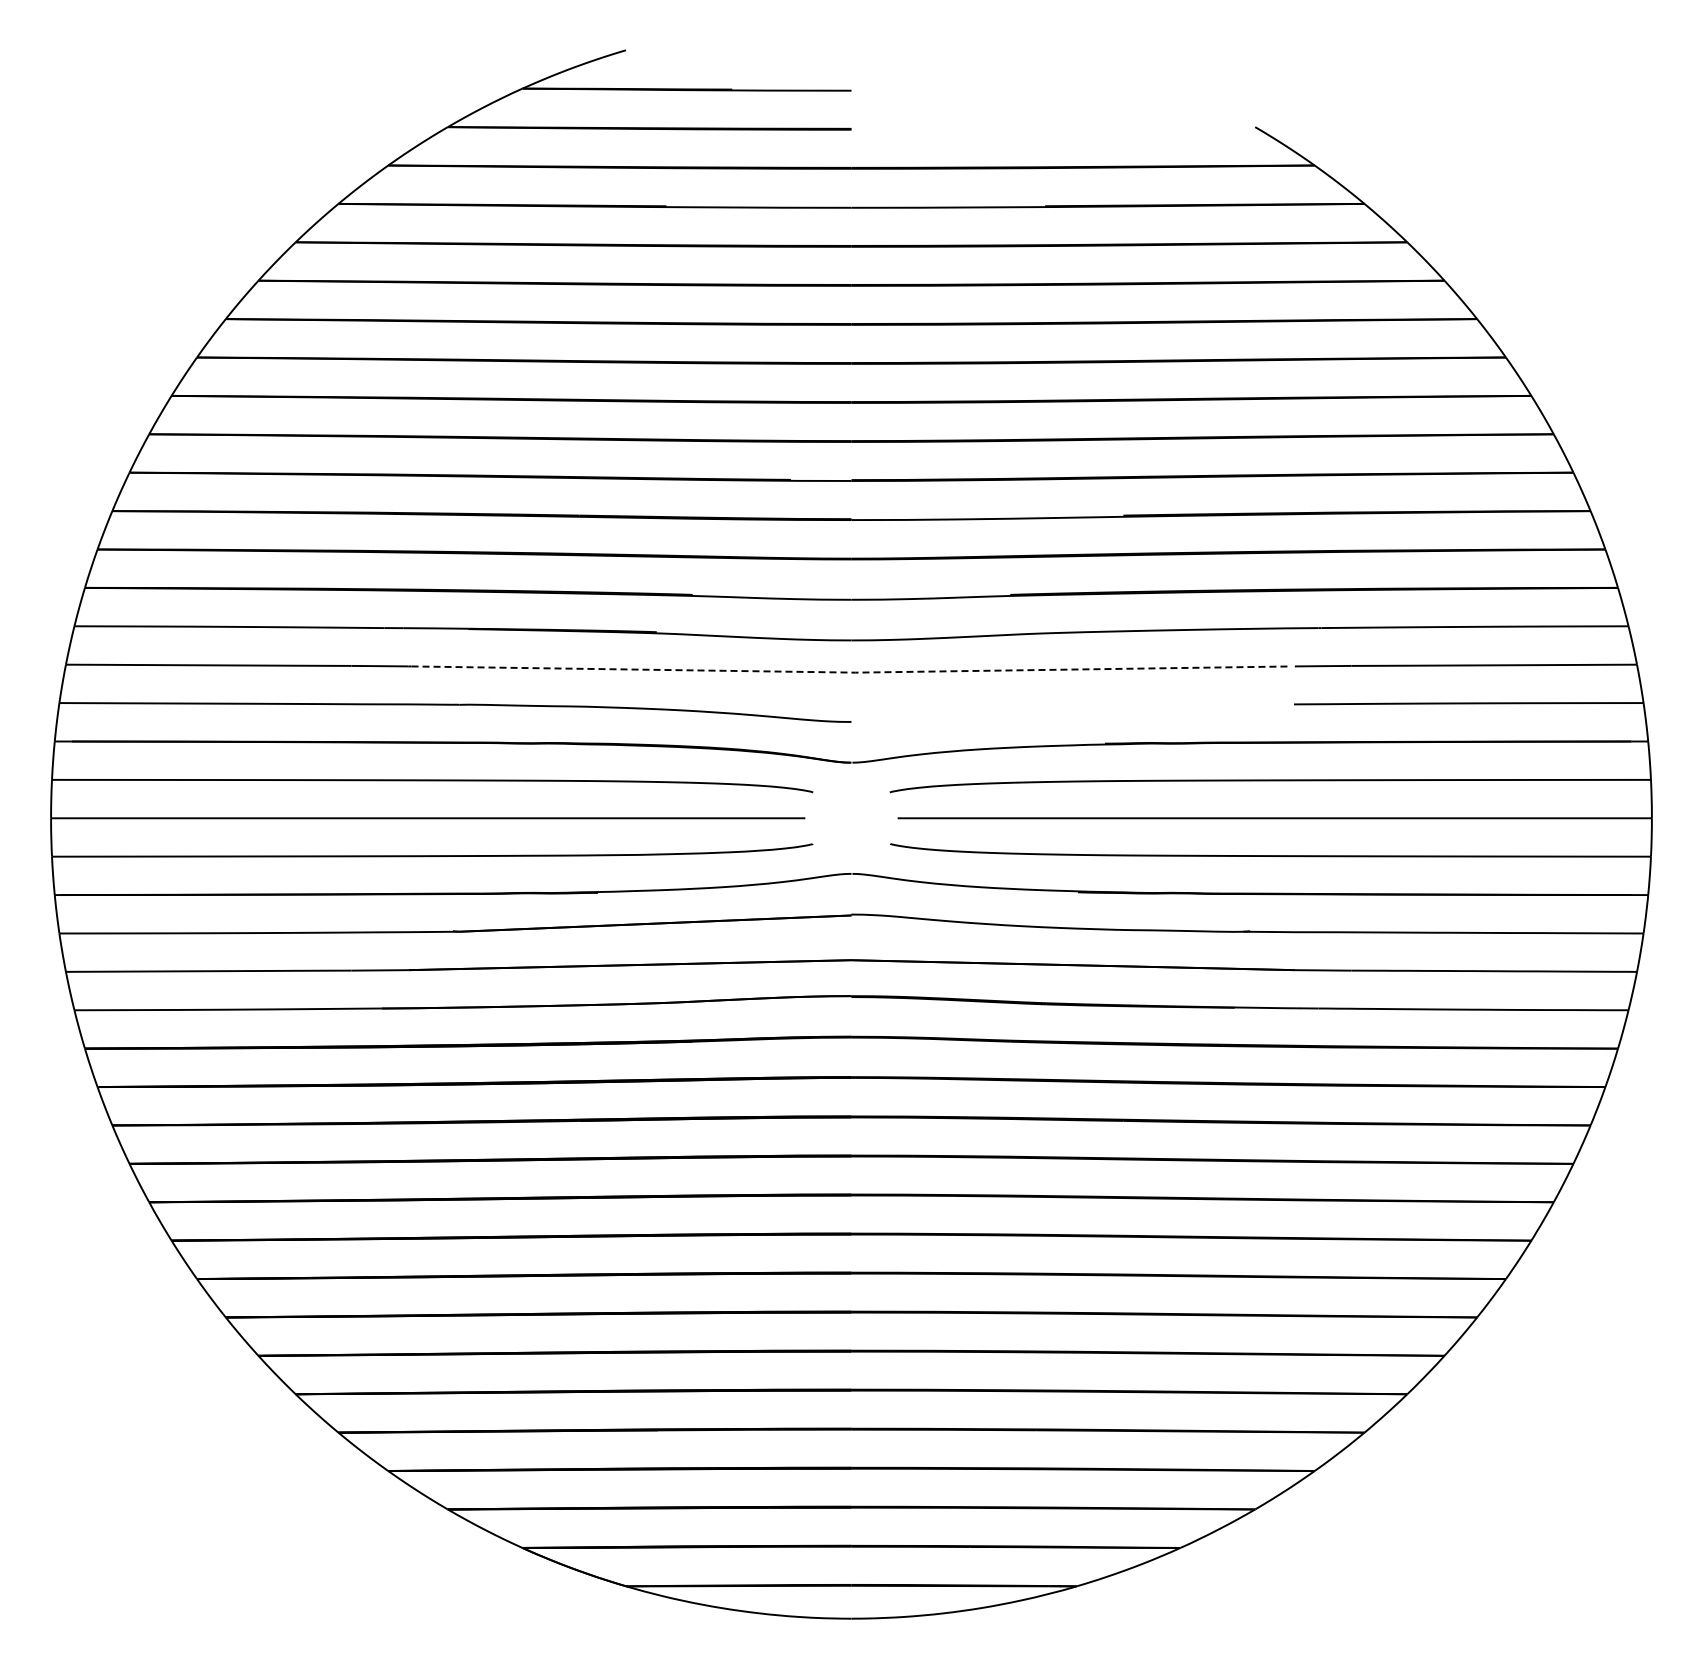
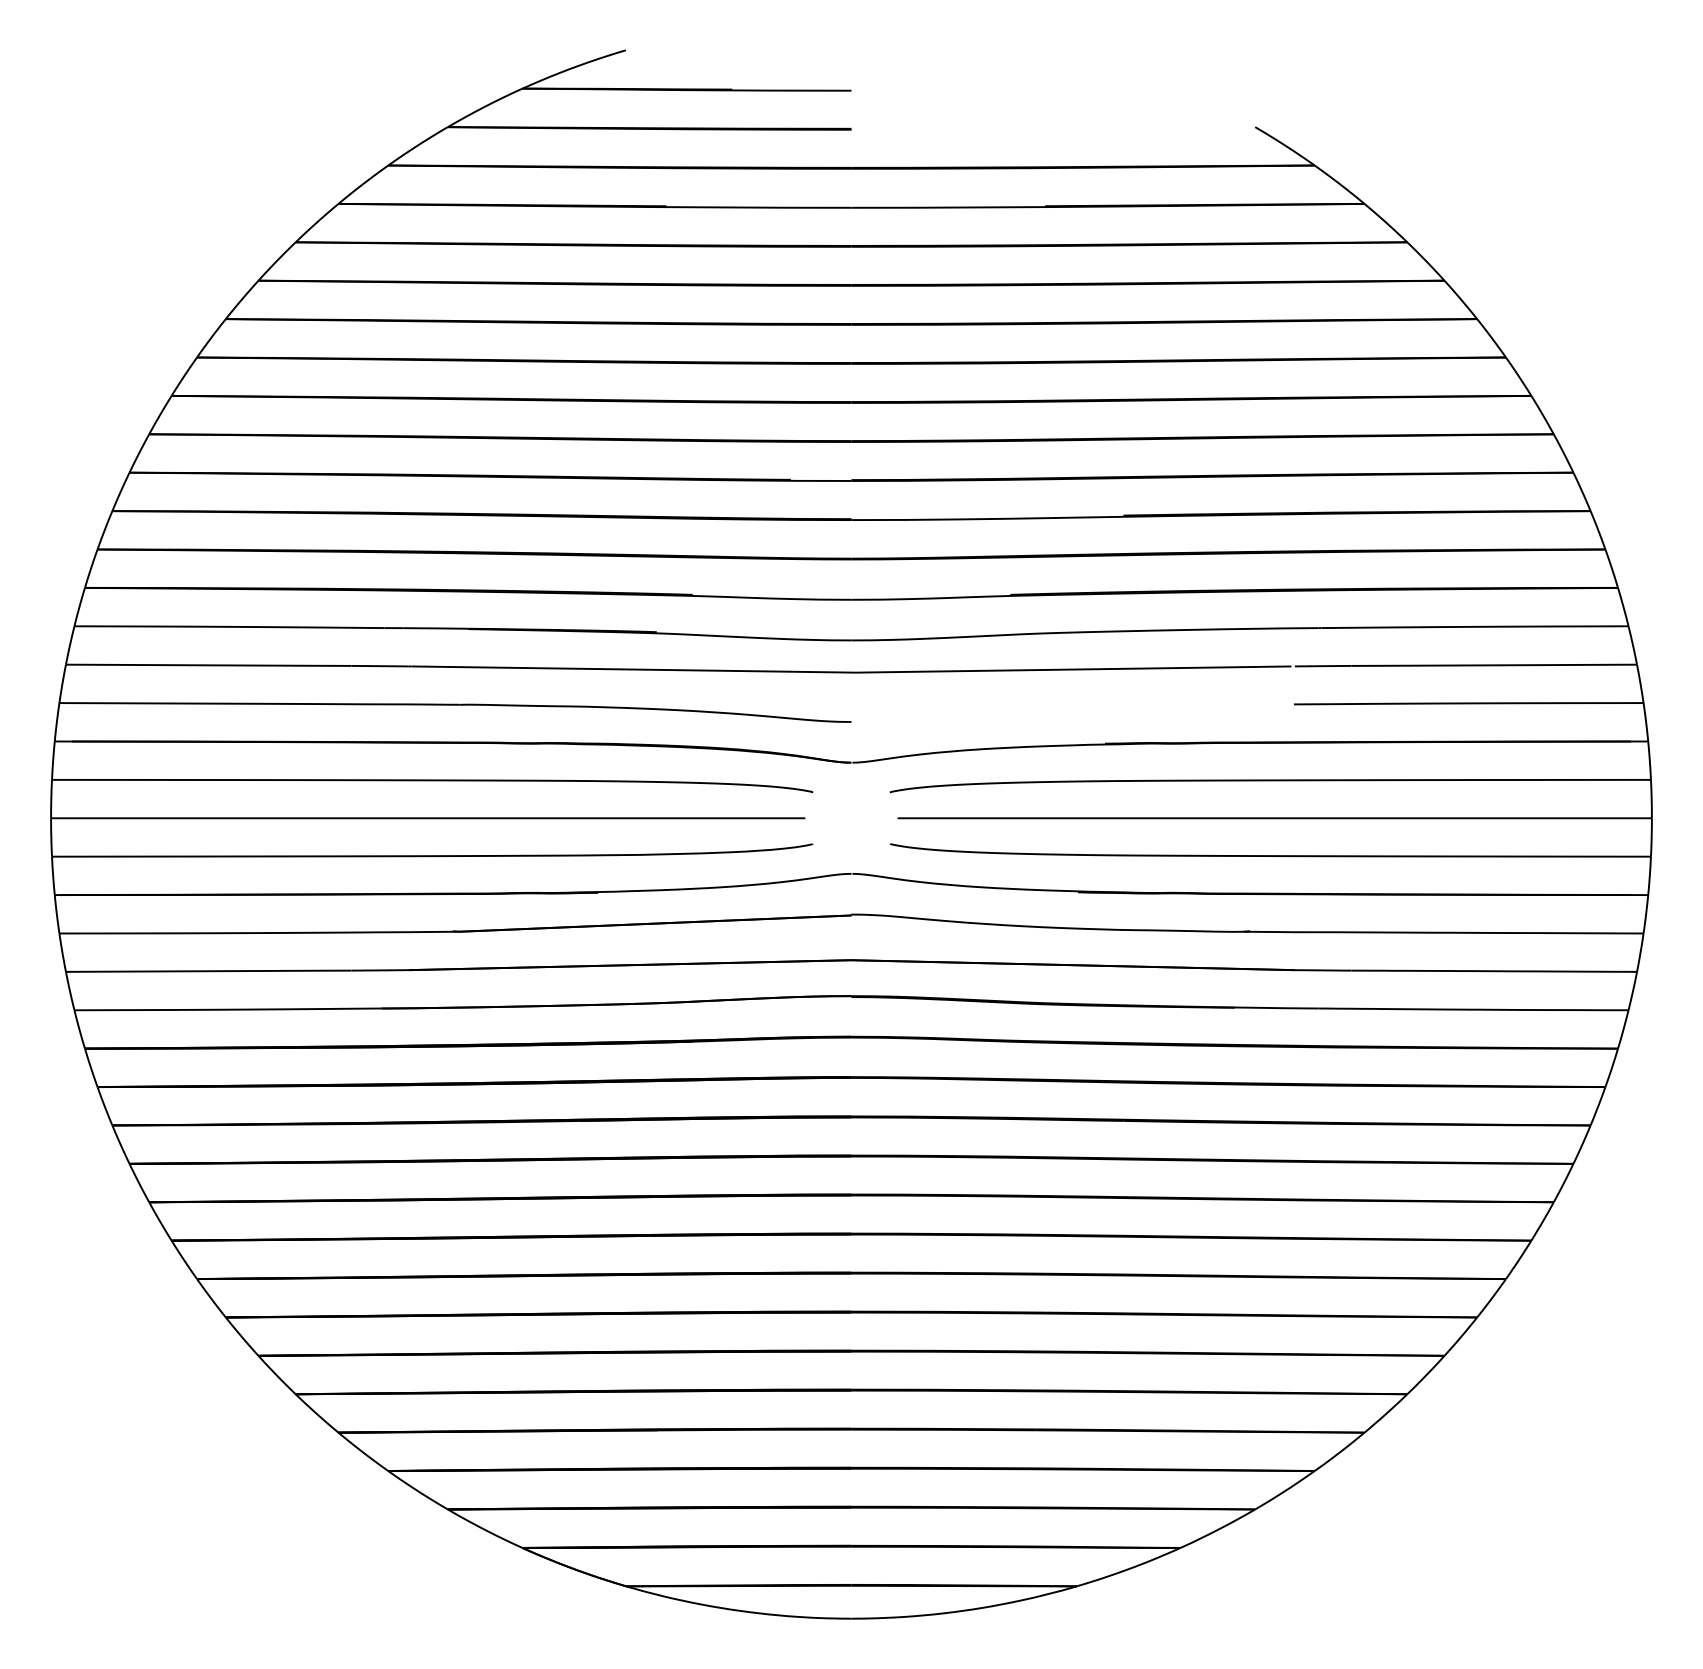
line at (851, 672): dashed -> solid
